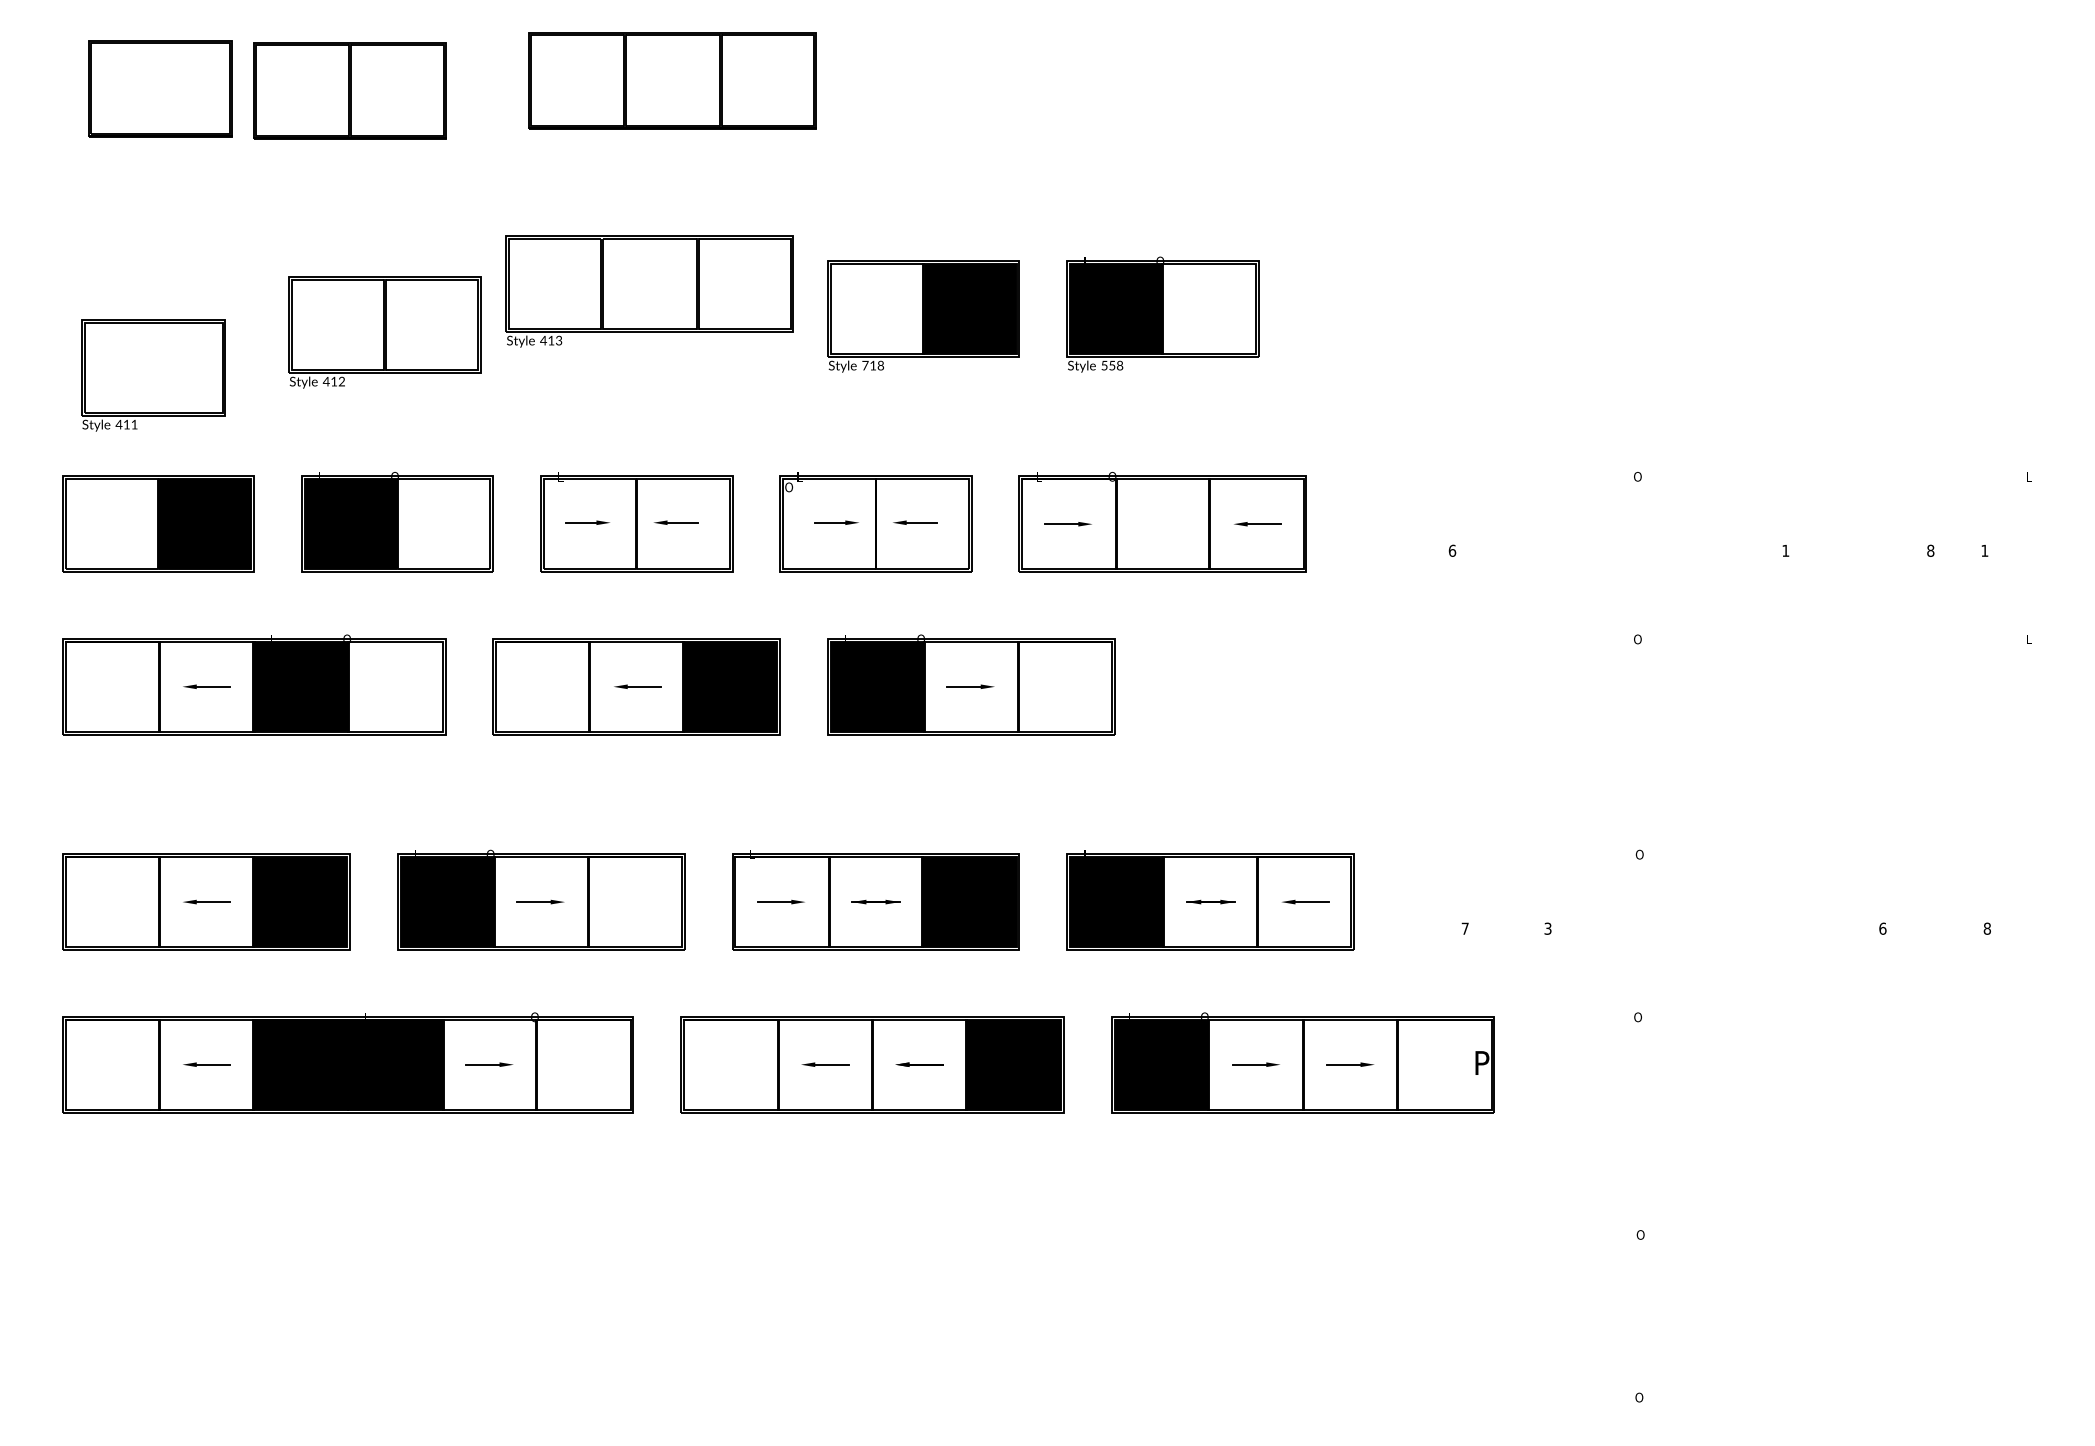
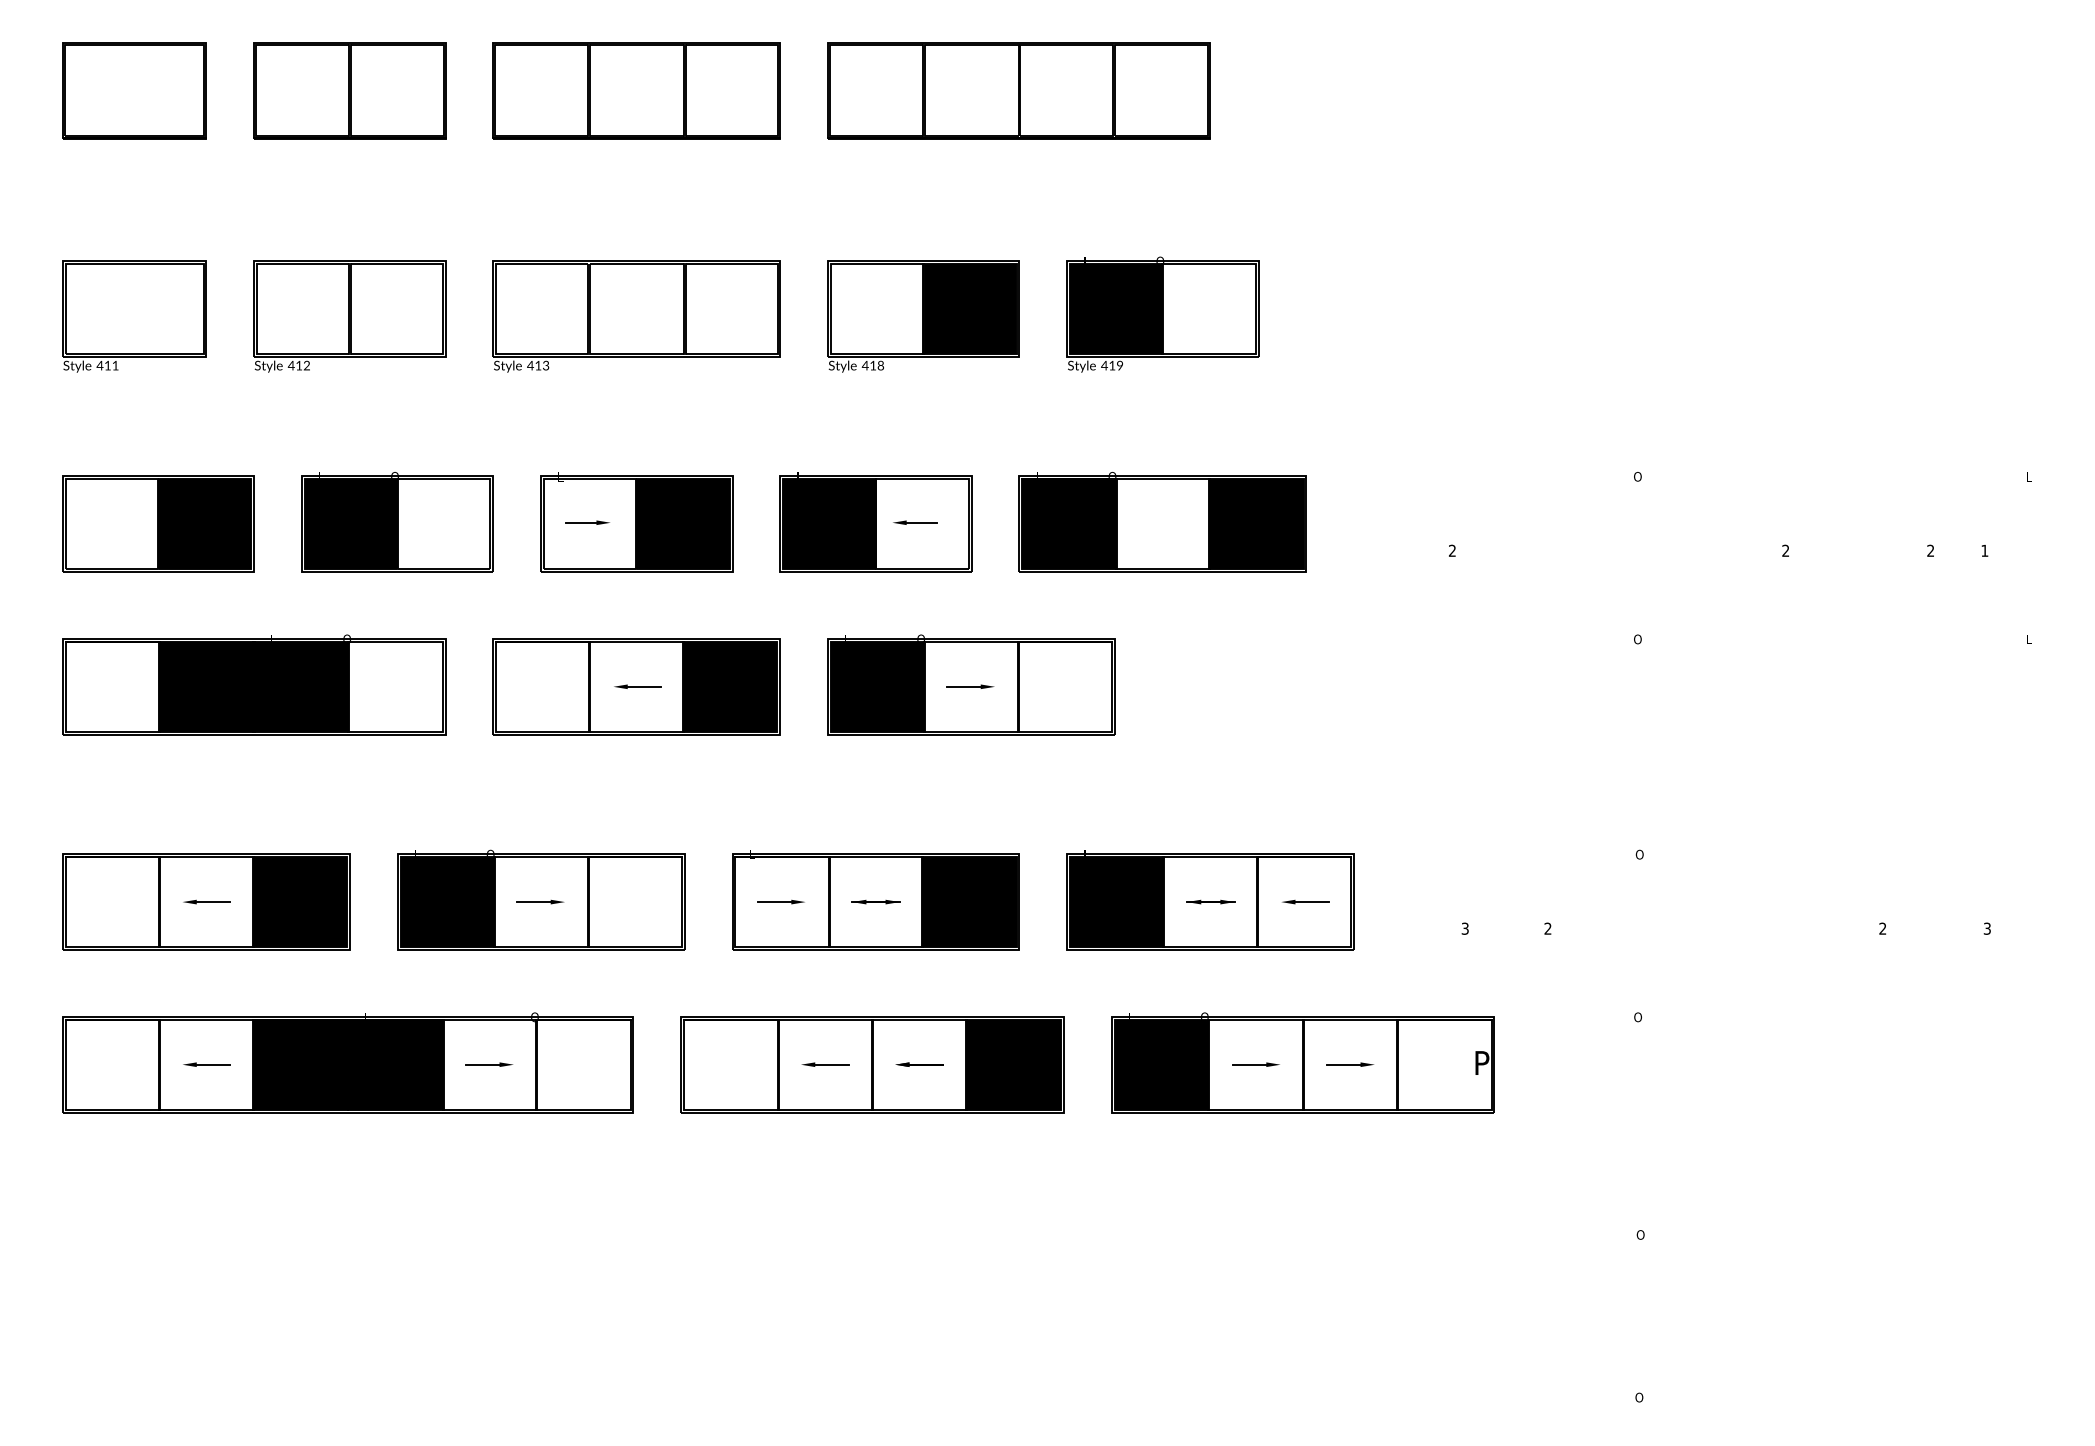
part at (672, 80) position: (672, 80) -> (636, 90)
part at (160, 88) position: (160, 88) -> (134, 90)
part at (1018, 90): none -> present
part at (649, 291) position: (649, 291) -> (636, 316)
part at (384, 332) position: (384, 332) -> (349, 316)
text at (864, 365): 718 -> 418
text at (1112, 365): 558 -> 419
part at (153, 375) position: (153, 375) -> (134, 316)
fill at (683, 524): none -> present
fill at (829, 524): none -> present
fill at (1068, 524): none -> present
fill at (1256, 524): none -> present
text at (1452, 550): 6 -> 2
text at (1785, 550): 1 -> 2
text at (1930, 550): 8 -> 2
fill at (206, 686): none -> present
text at (1464, 928): 7 -> 3
text at (1547, 928): 3 -> 2
text at (1882, 928): 6 -> 2
text at (1986, 928): 8 -> 3
